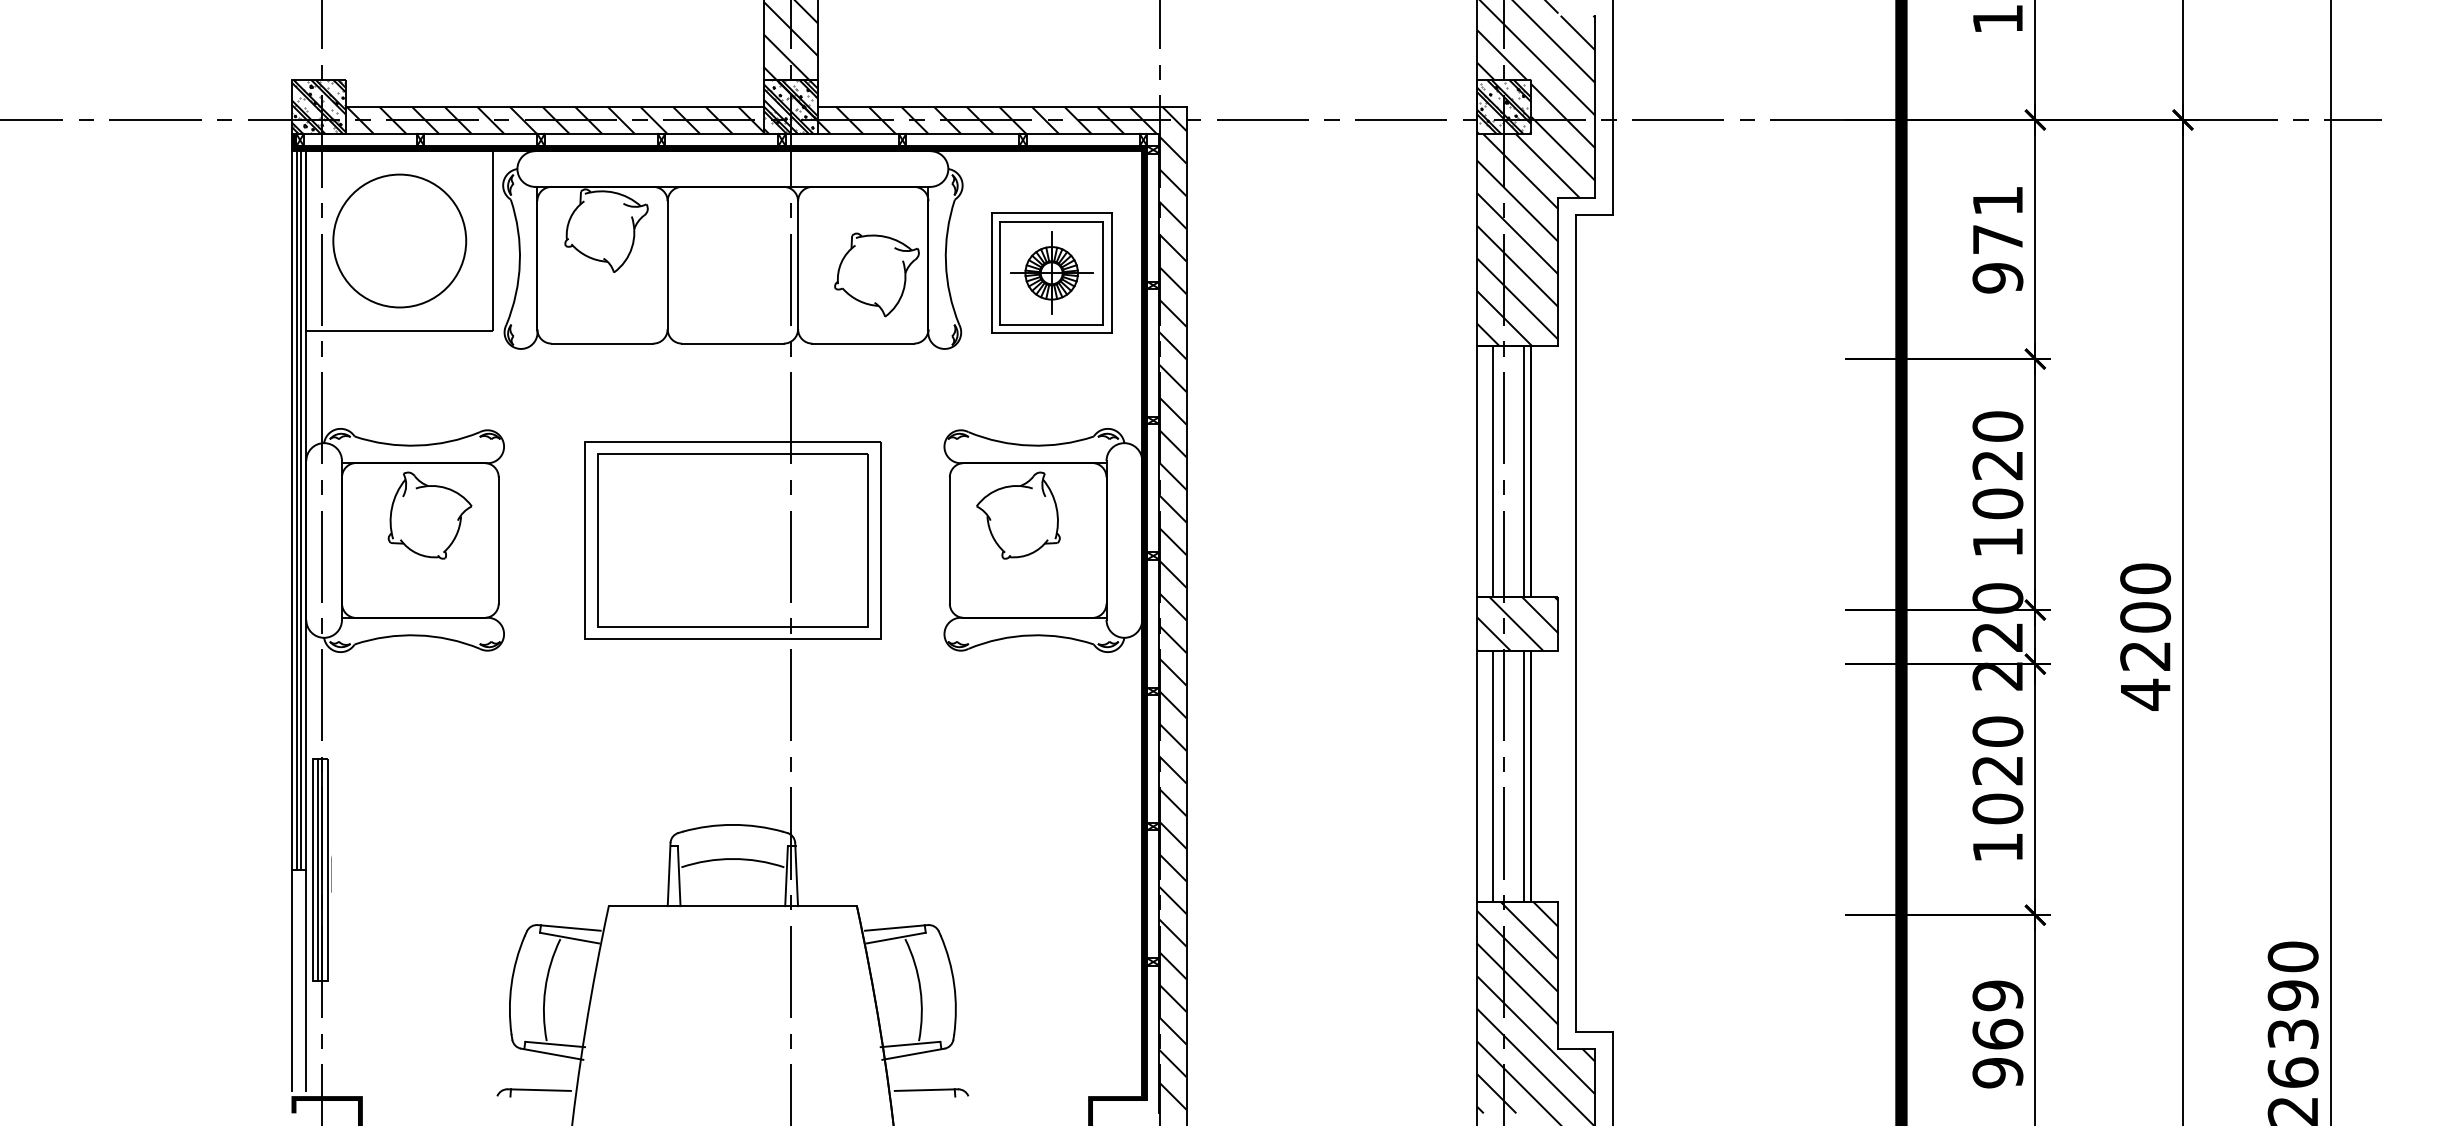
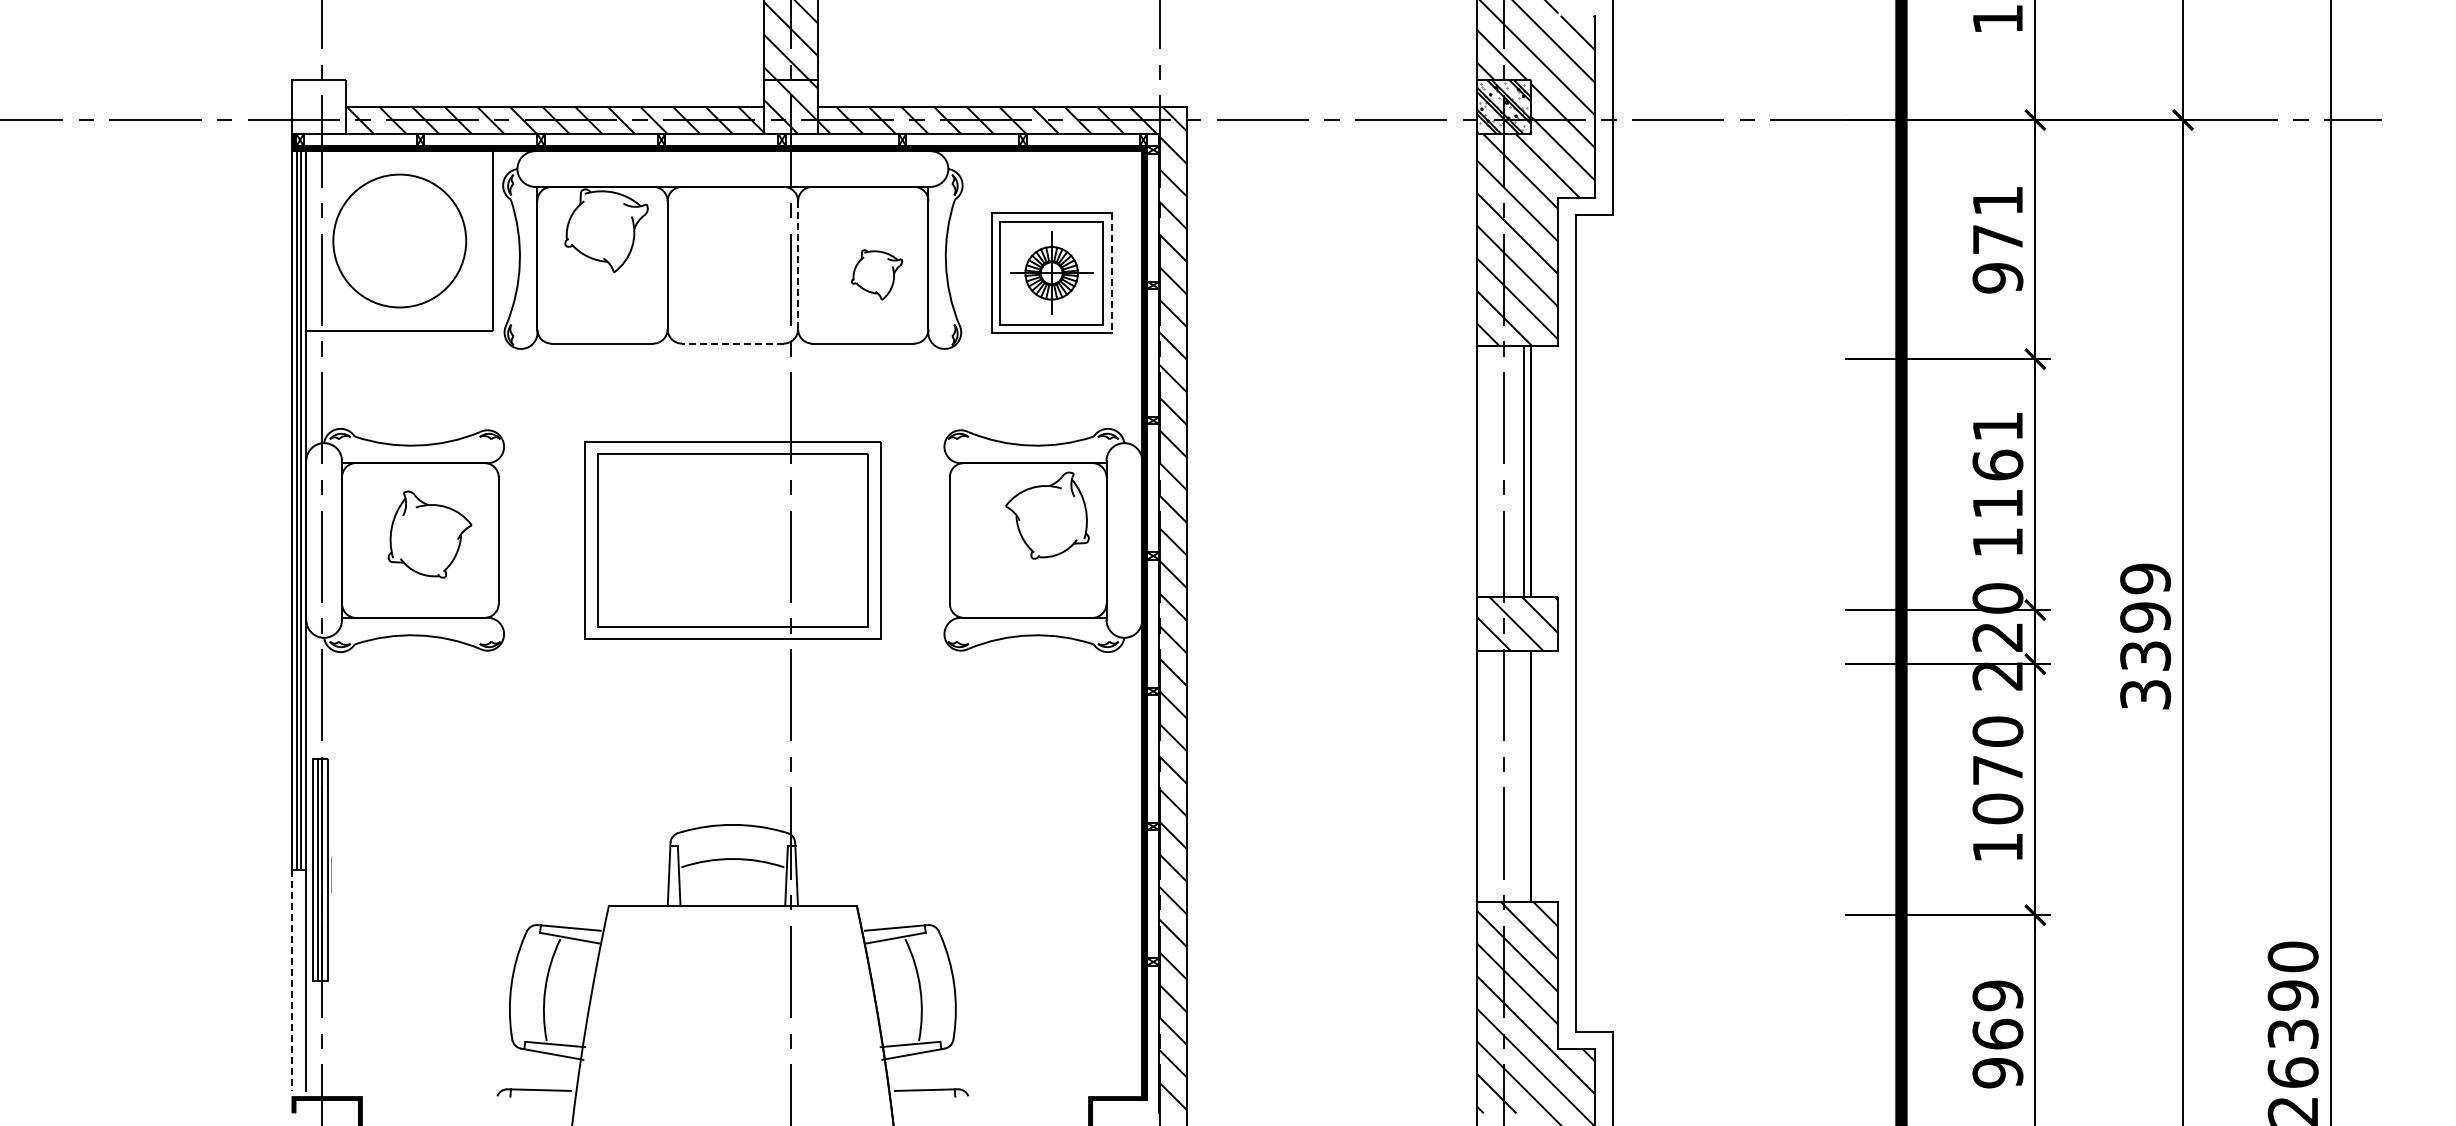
hatch at (318, 106): present -> none
hatch at (790, 106): present -> none
line at (798, 264): solid -> dashed
line at (1111, 273): solid -> dashed
part at (876, 274) size: 86x86 px -> 52x52 px
line at (732, 343): solid -> dashed
text at (1997, 465): 1020 -> 1161
line at (1492, 470): present -> none
part at (429, 515) position: (429, 515) -> (429, 534)
part at (1018, 515) position: (1018, 515) -> (1047, 515)
text at (2145, 636): 4200 -> 3399
text at (1997, 770): 1020 -> 1070
line at (1492, 776): present -> none
line at (1523, 776): present -> none
line at (291, 980): solid -> dashed
